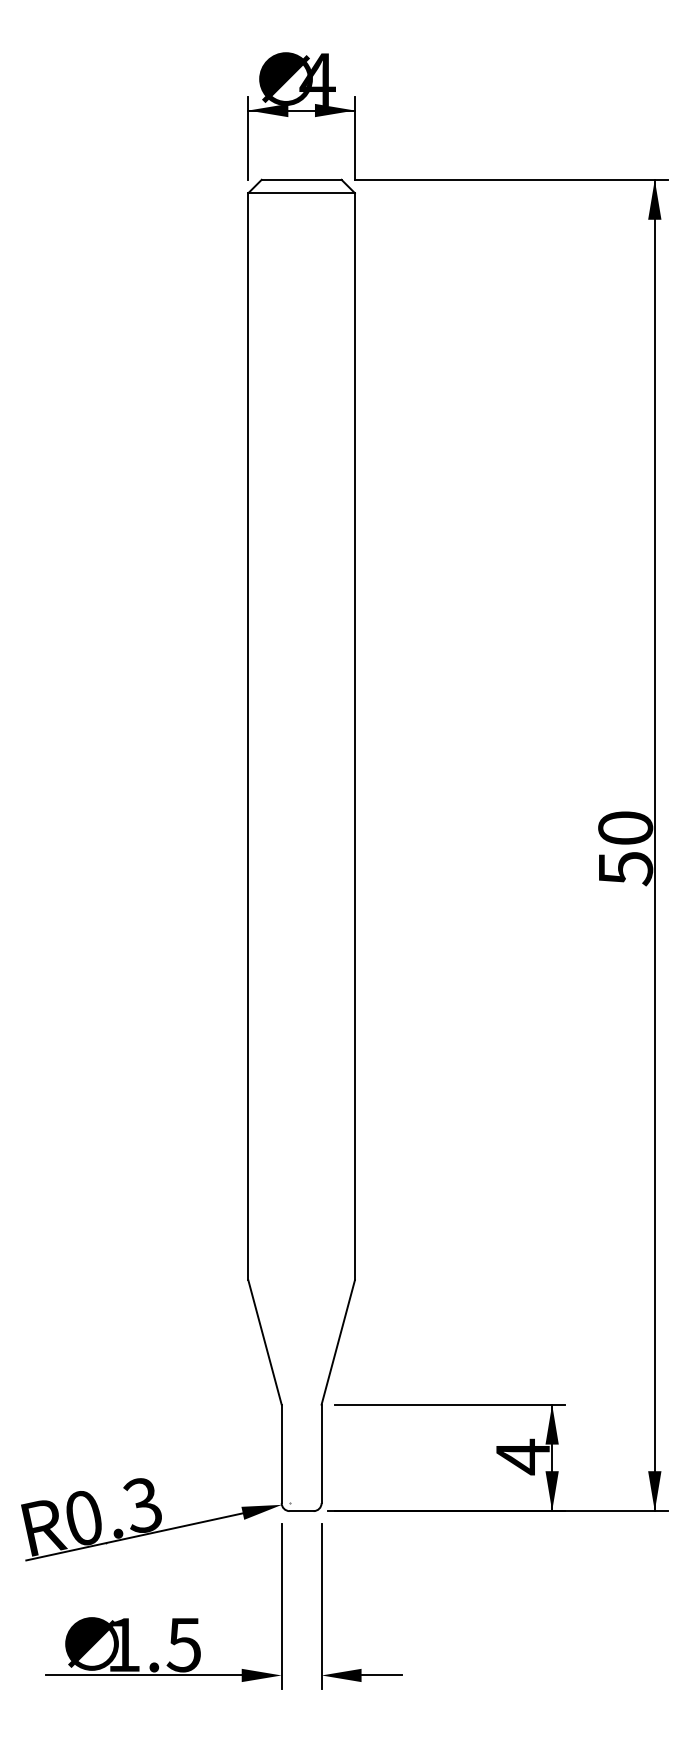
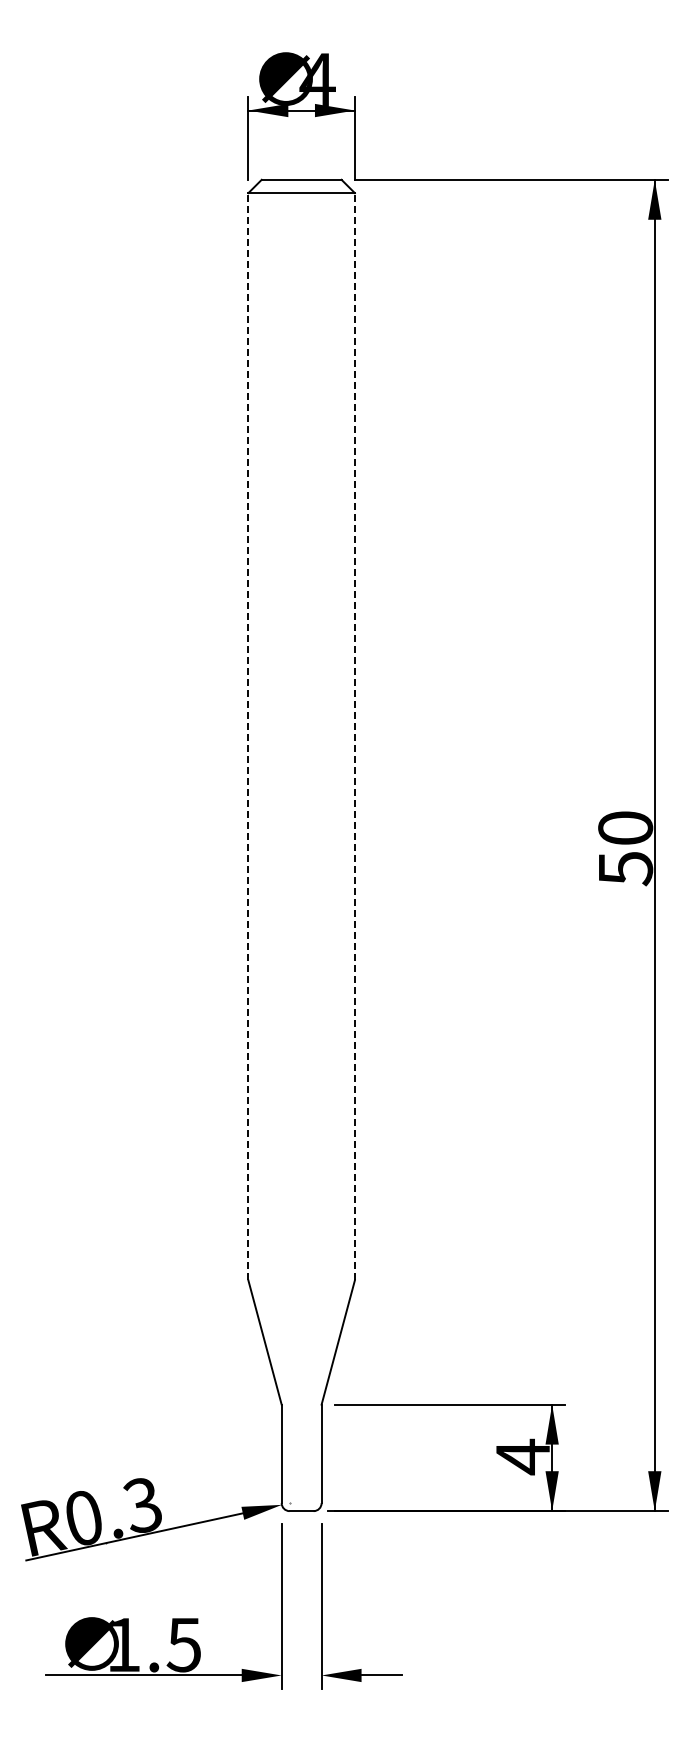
line at (248, 736): solid -> dashed
line at (354, 736): solid -> dashed
